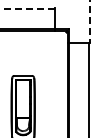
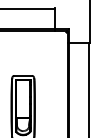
line at (27, 8): dashed -> solid
line at (89, 22): dashed -> solid
